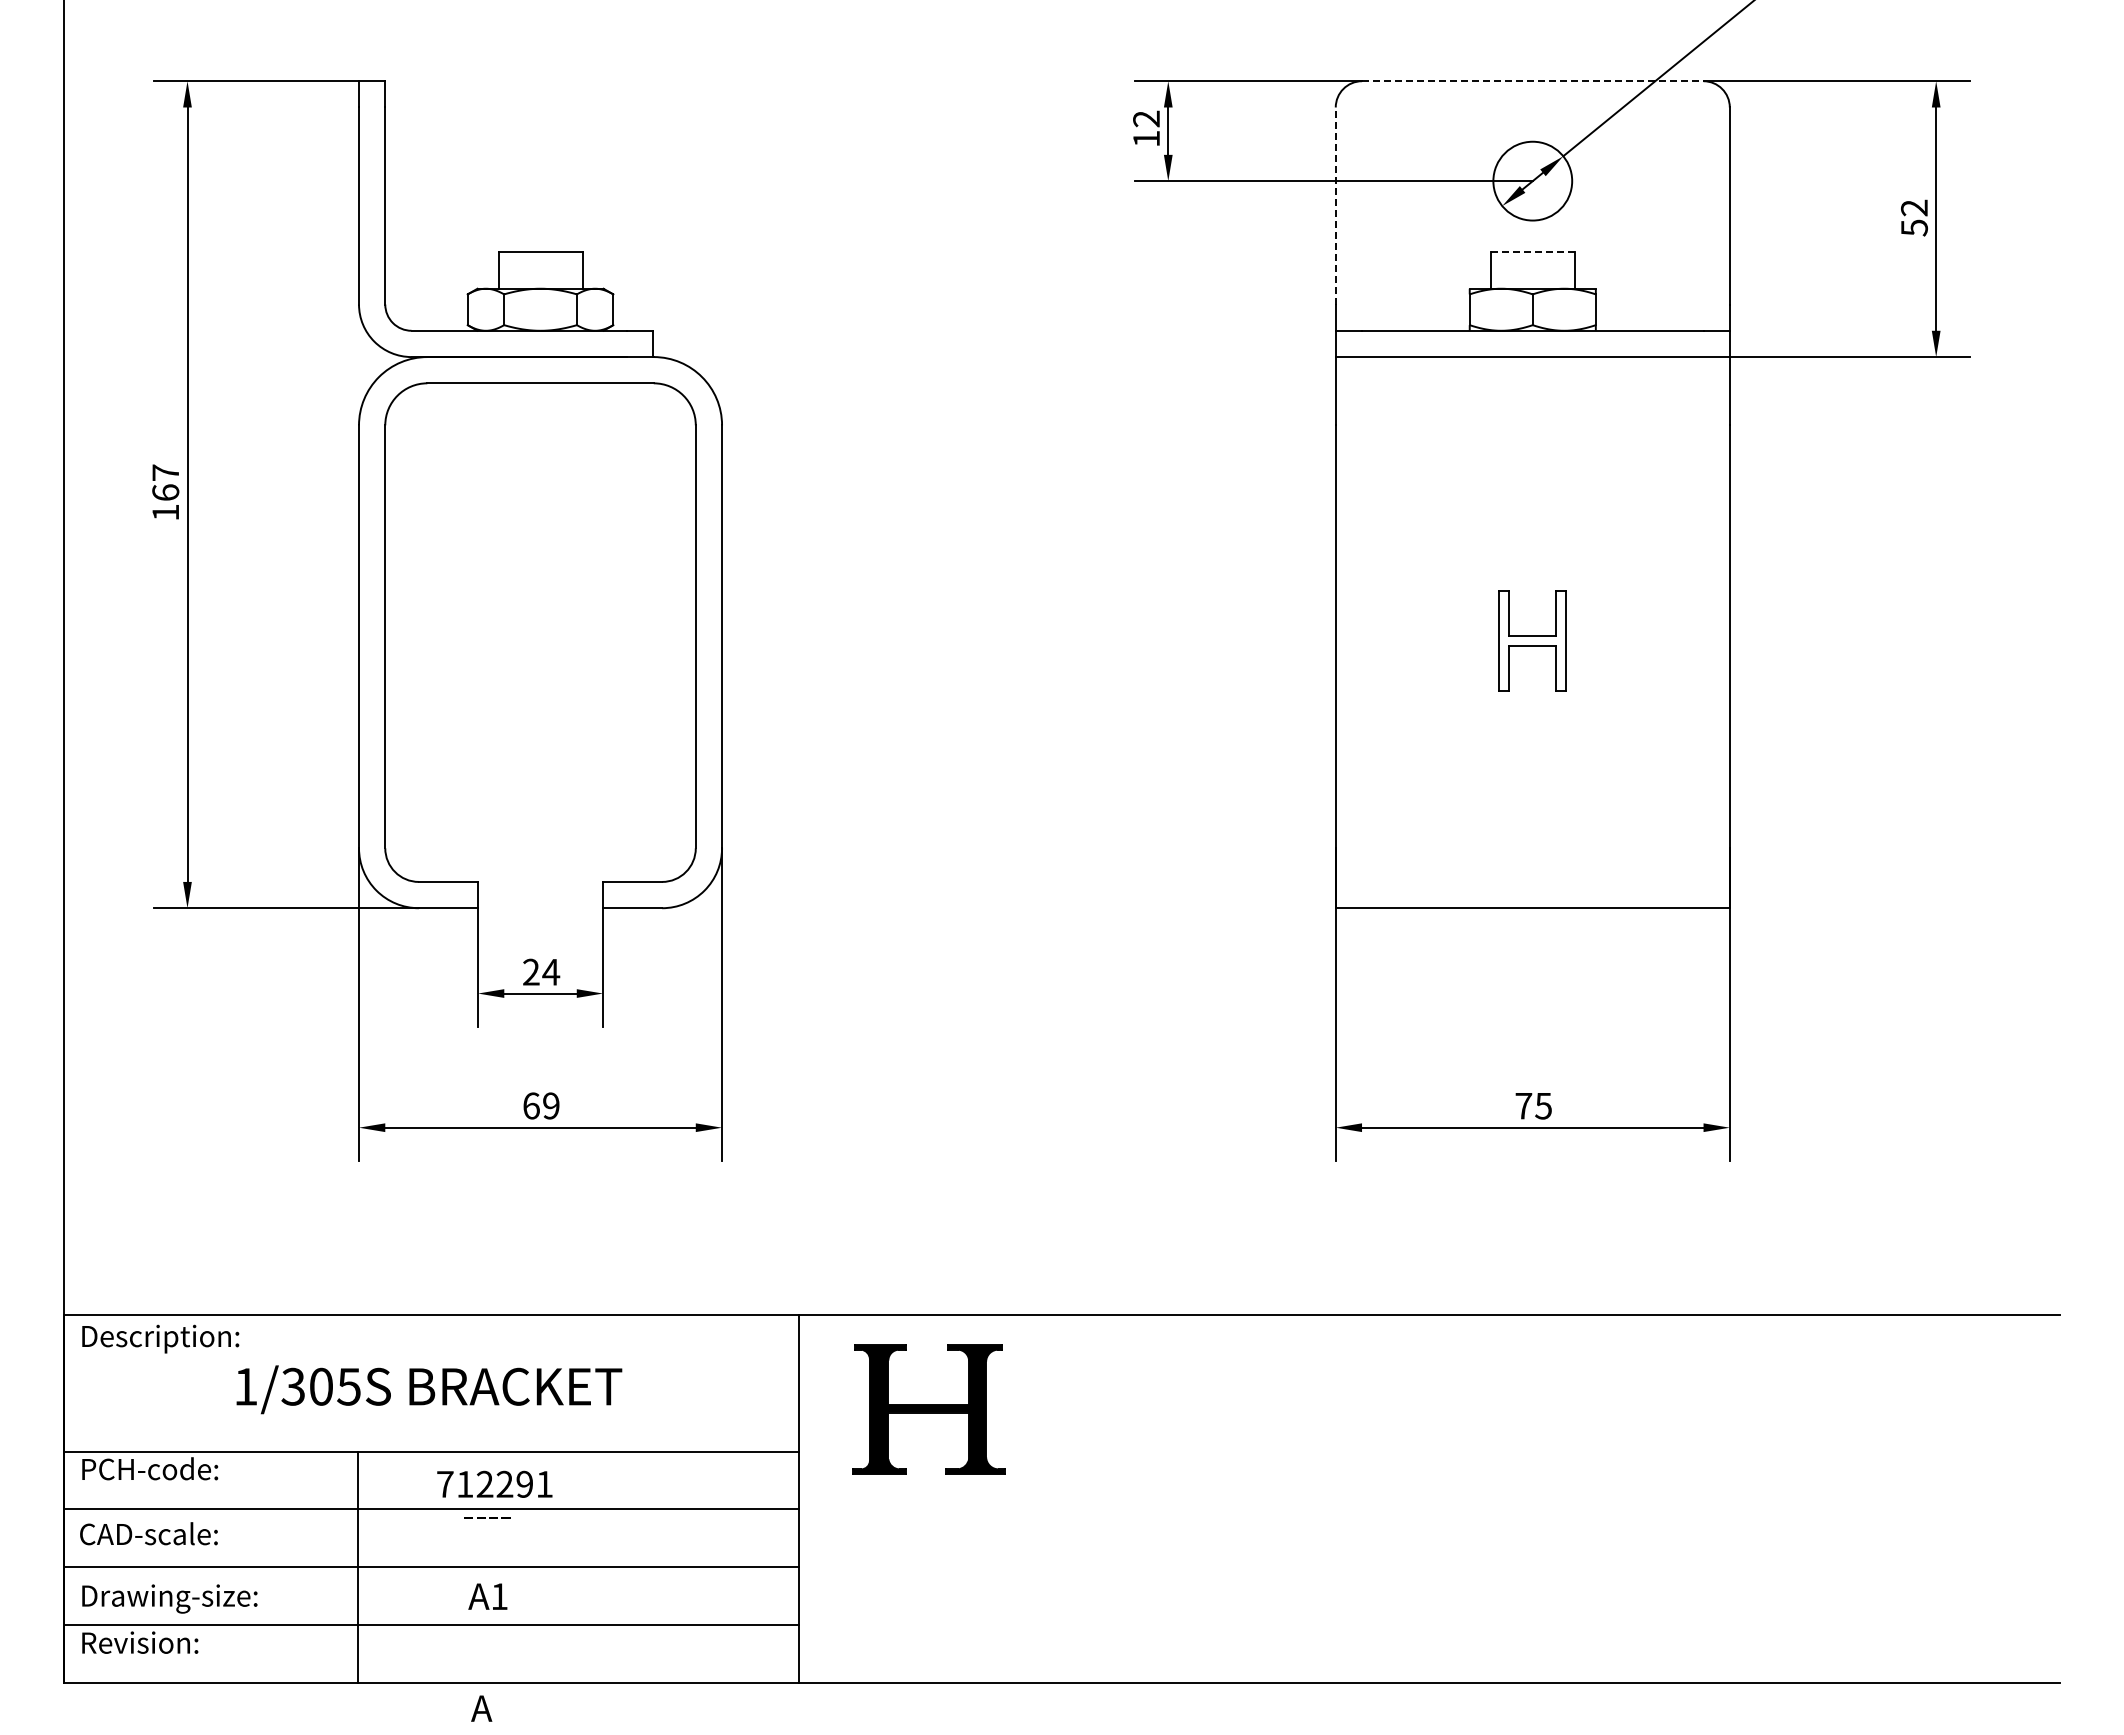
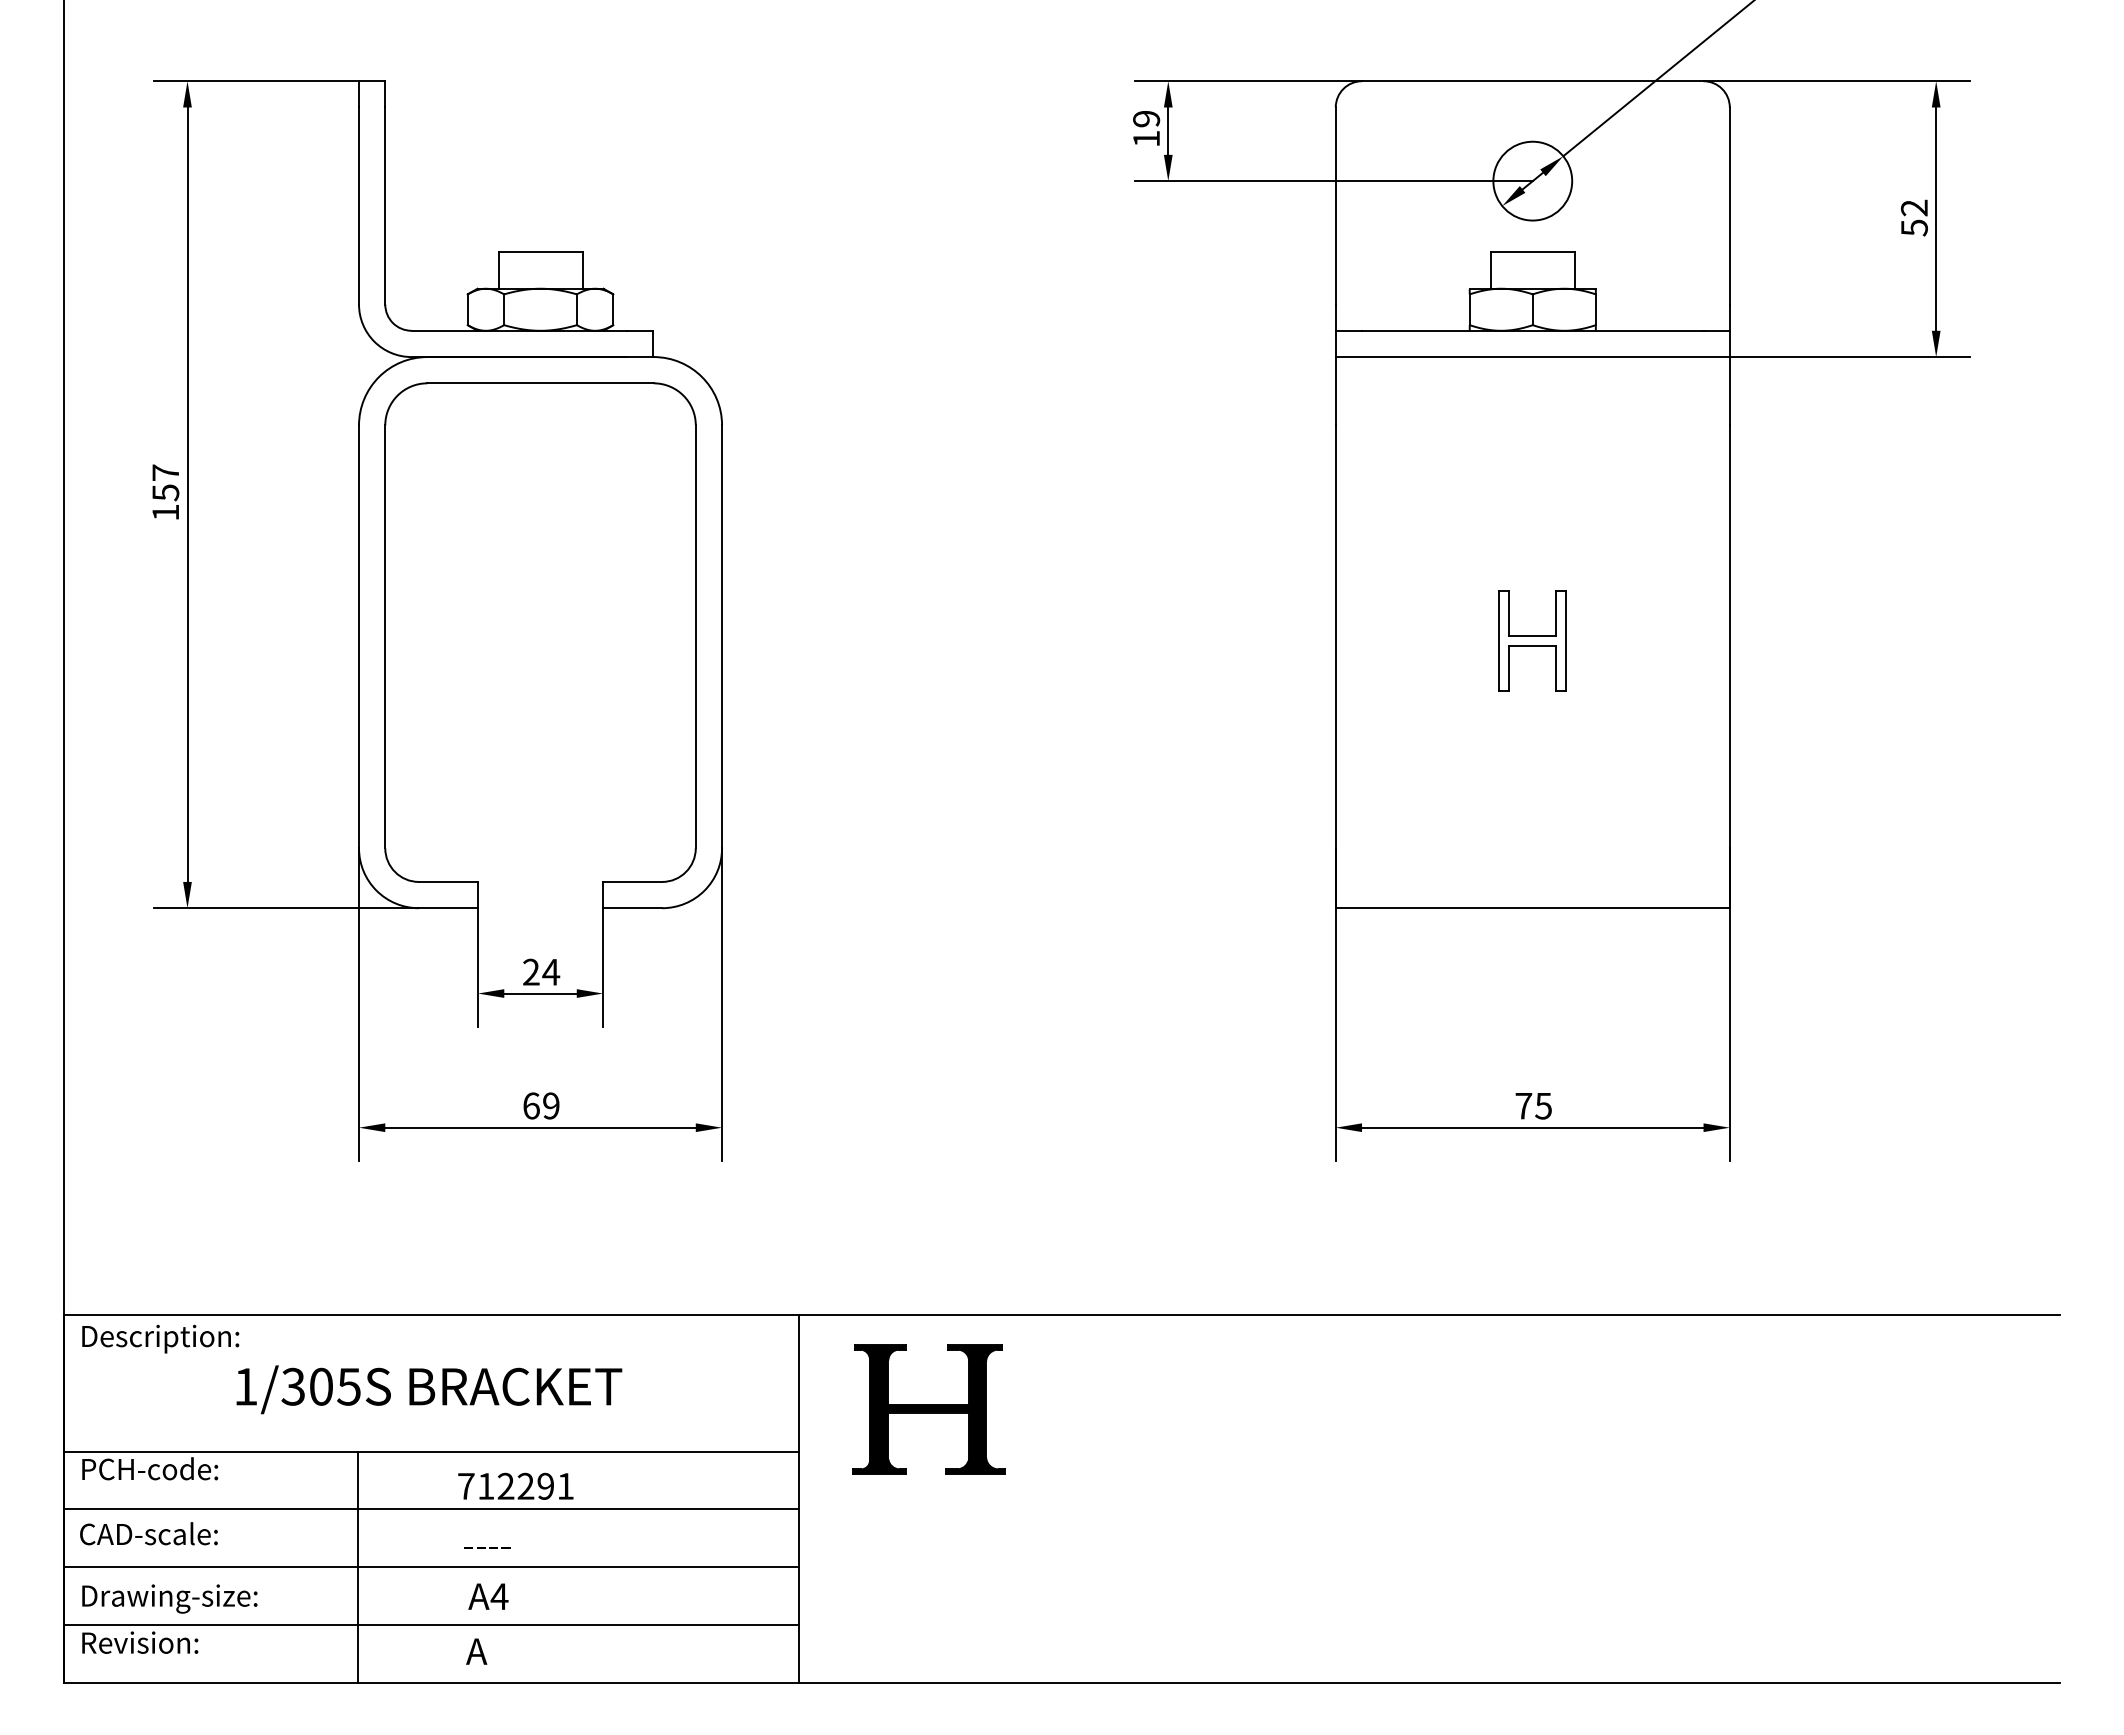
line at (1532, 81): dashed -> solid
text at (1146, 118): 12 -> 19
line at (1335, 206): dashed -> solid
line at (1532, 251): dashed -> solid
text at (165, 492): 167 -> 157
text at (494, 1483) position: (494, 1483) -> (515, 1485)
text at (487, 1517) position: (487, 1517) -> (487, 1547)
text at (499, 1596): A1 -> A4
text at (481, 1708) position: (481, 1708) -> (476, 1651)
